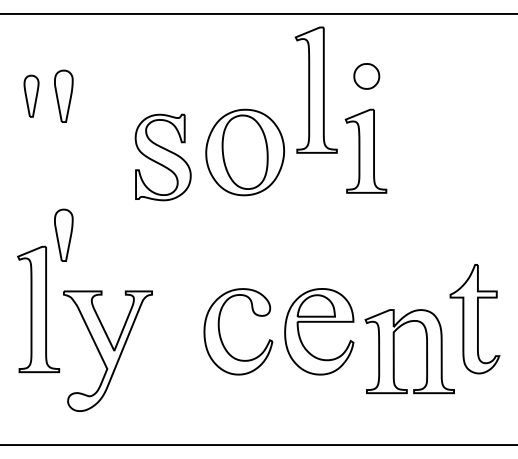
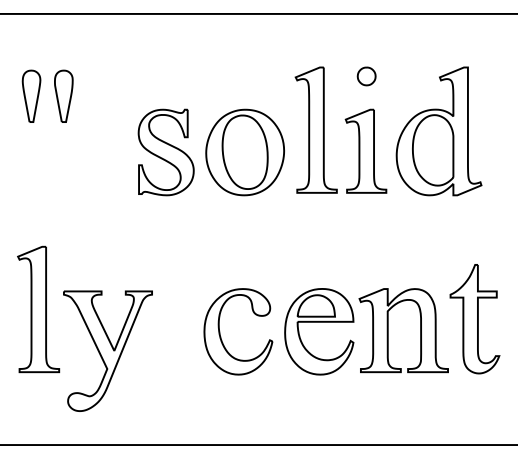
part at (366, 76) size: 28x27 px -> 21x21 px
part at (315, 89) position: (315, 89) -> (315, 129)
part at (31, 95) size: 17x44 px -> 21x54 px
part at (438, 131): none -> present
part at (162, 157) position: (162, 157) -> (165, 152)
part at (63, 234): present -> none
part at (394, 351) position: (394, 351) -> (388, 330)
